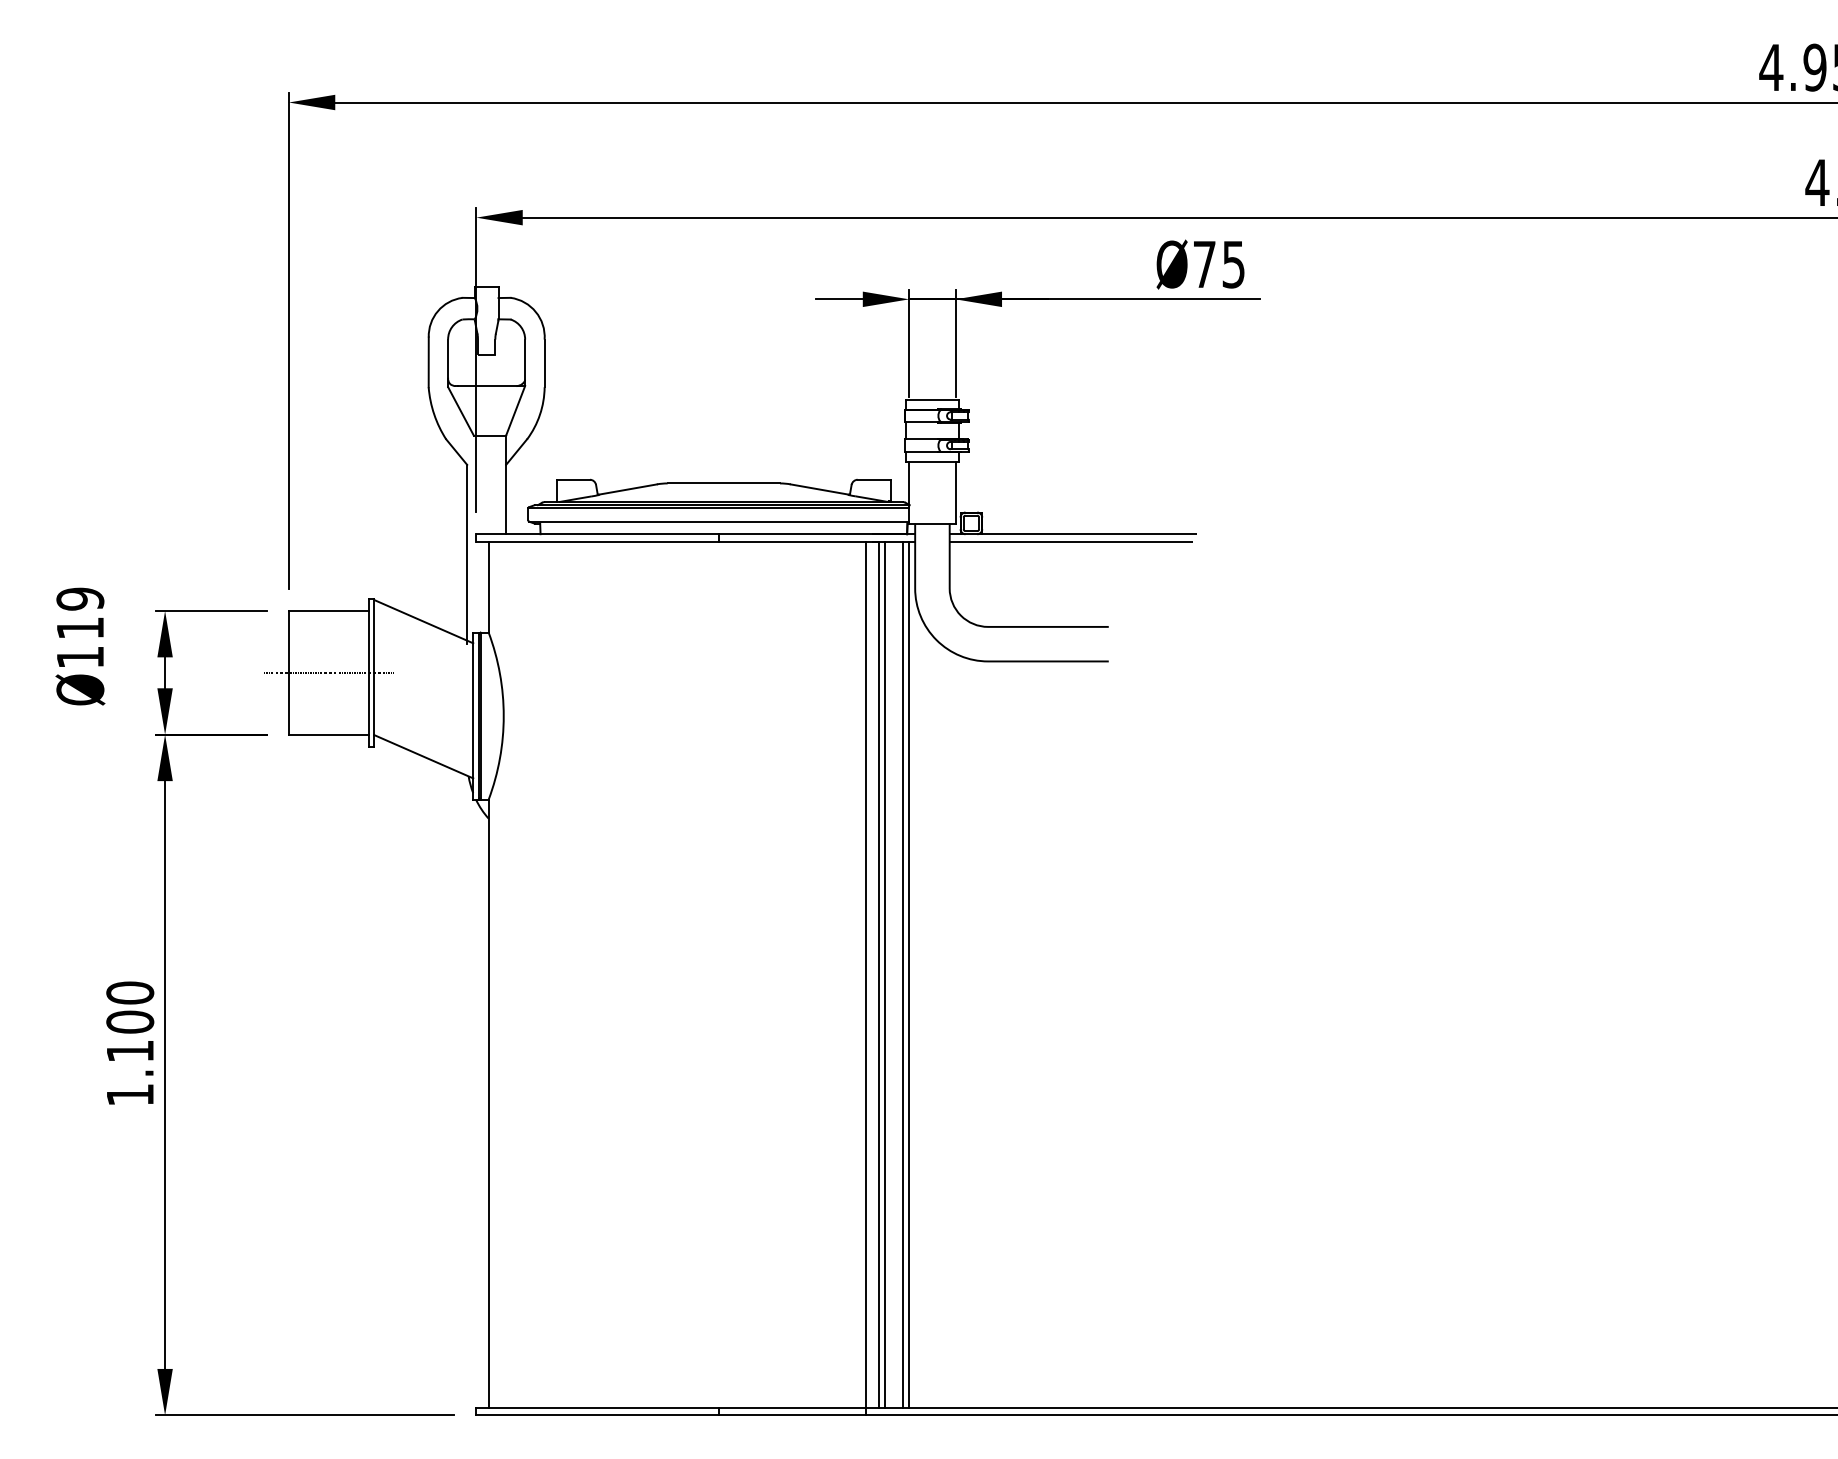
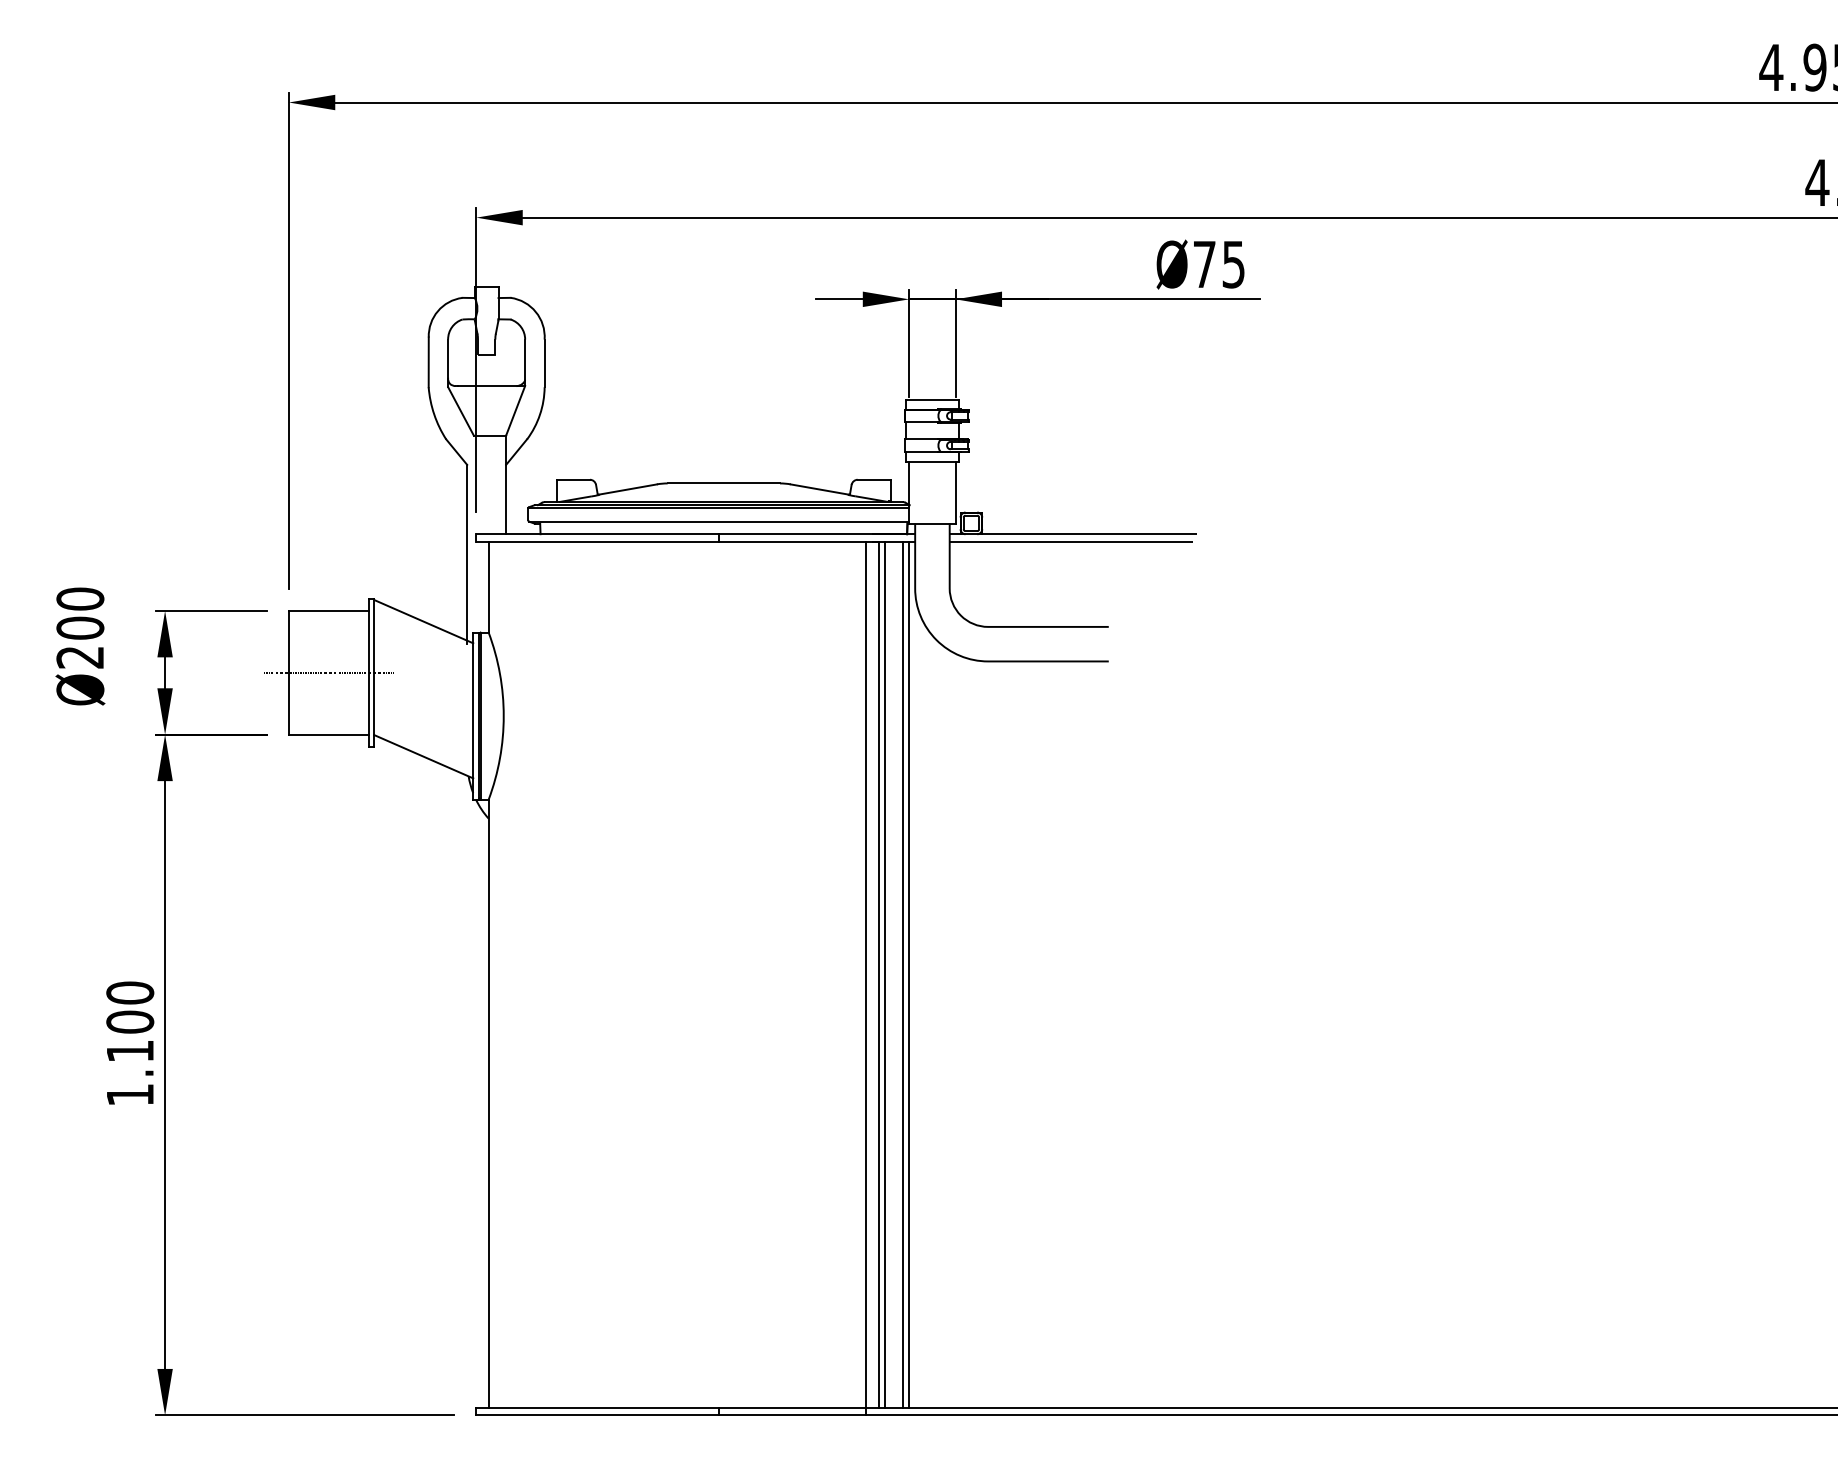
text at (80, 627): Ø119 -> Ø200
